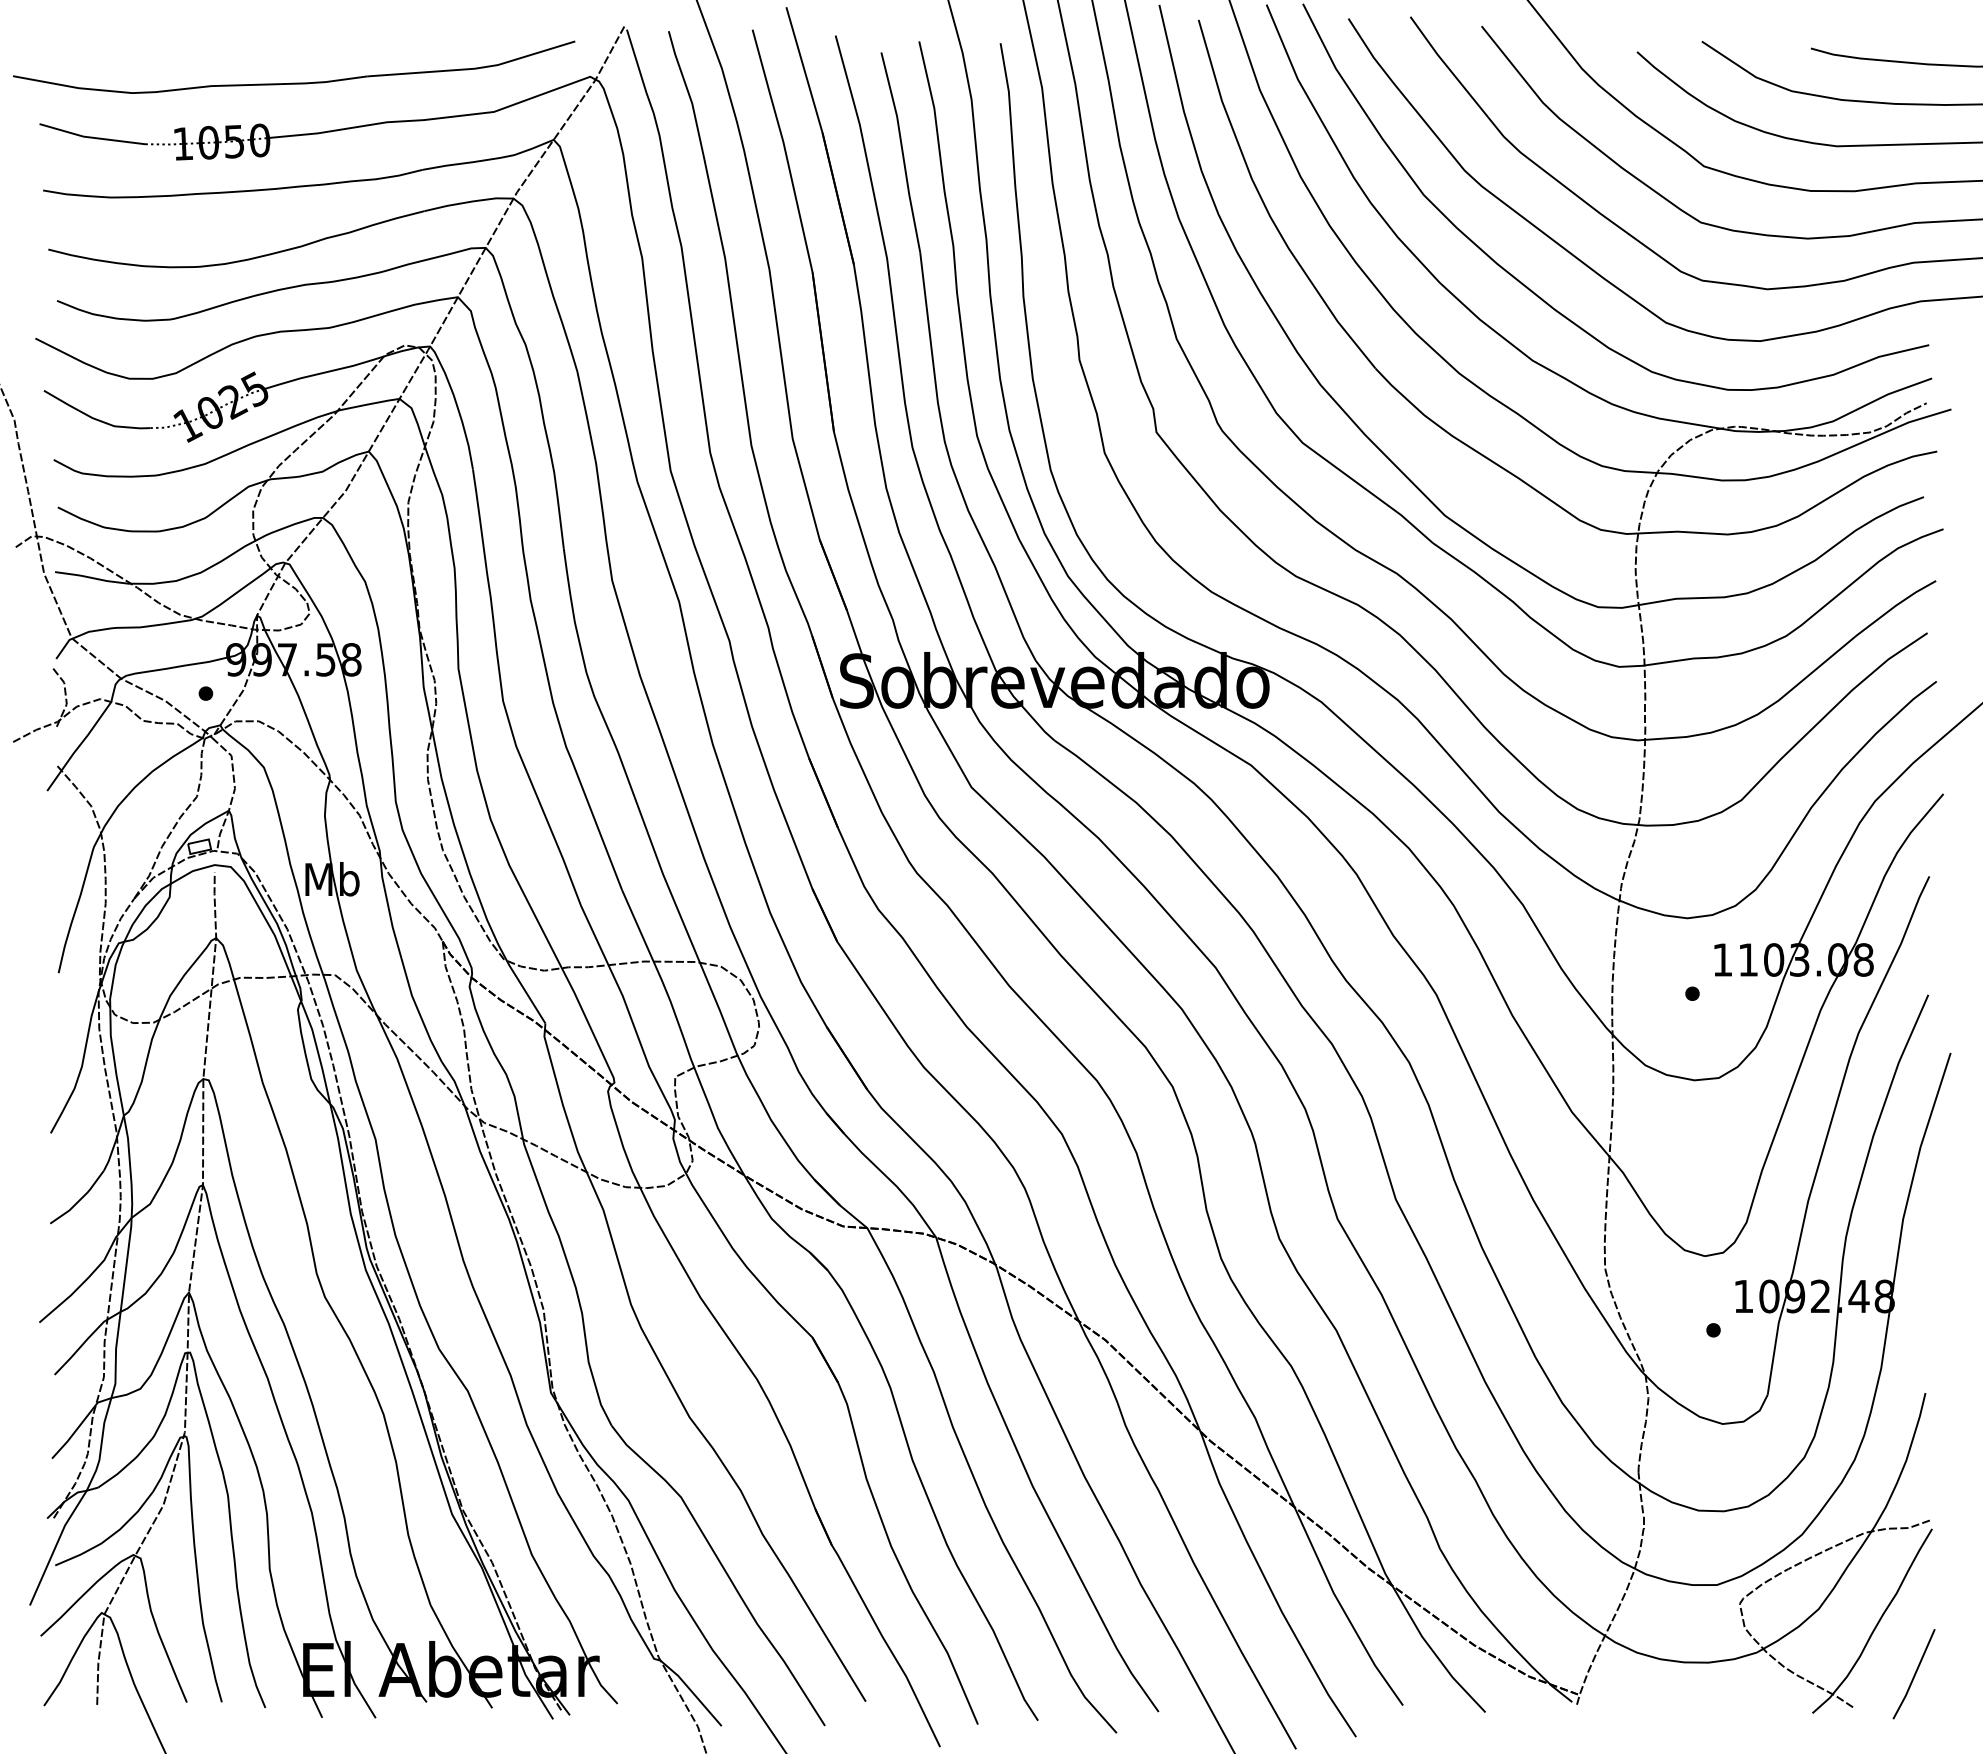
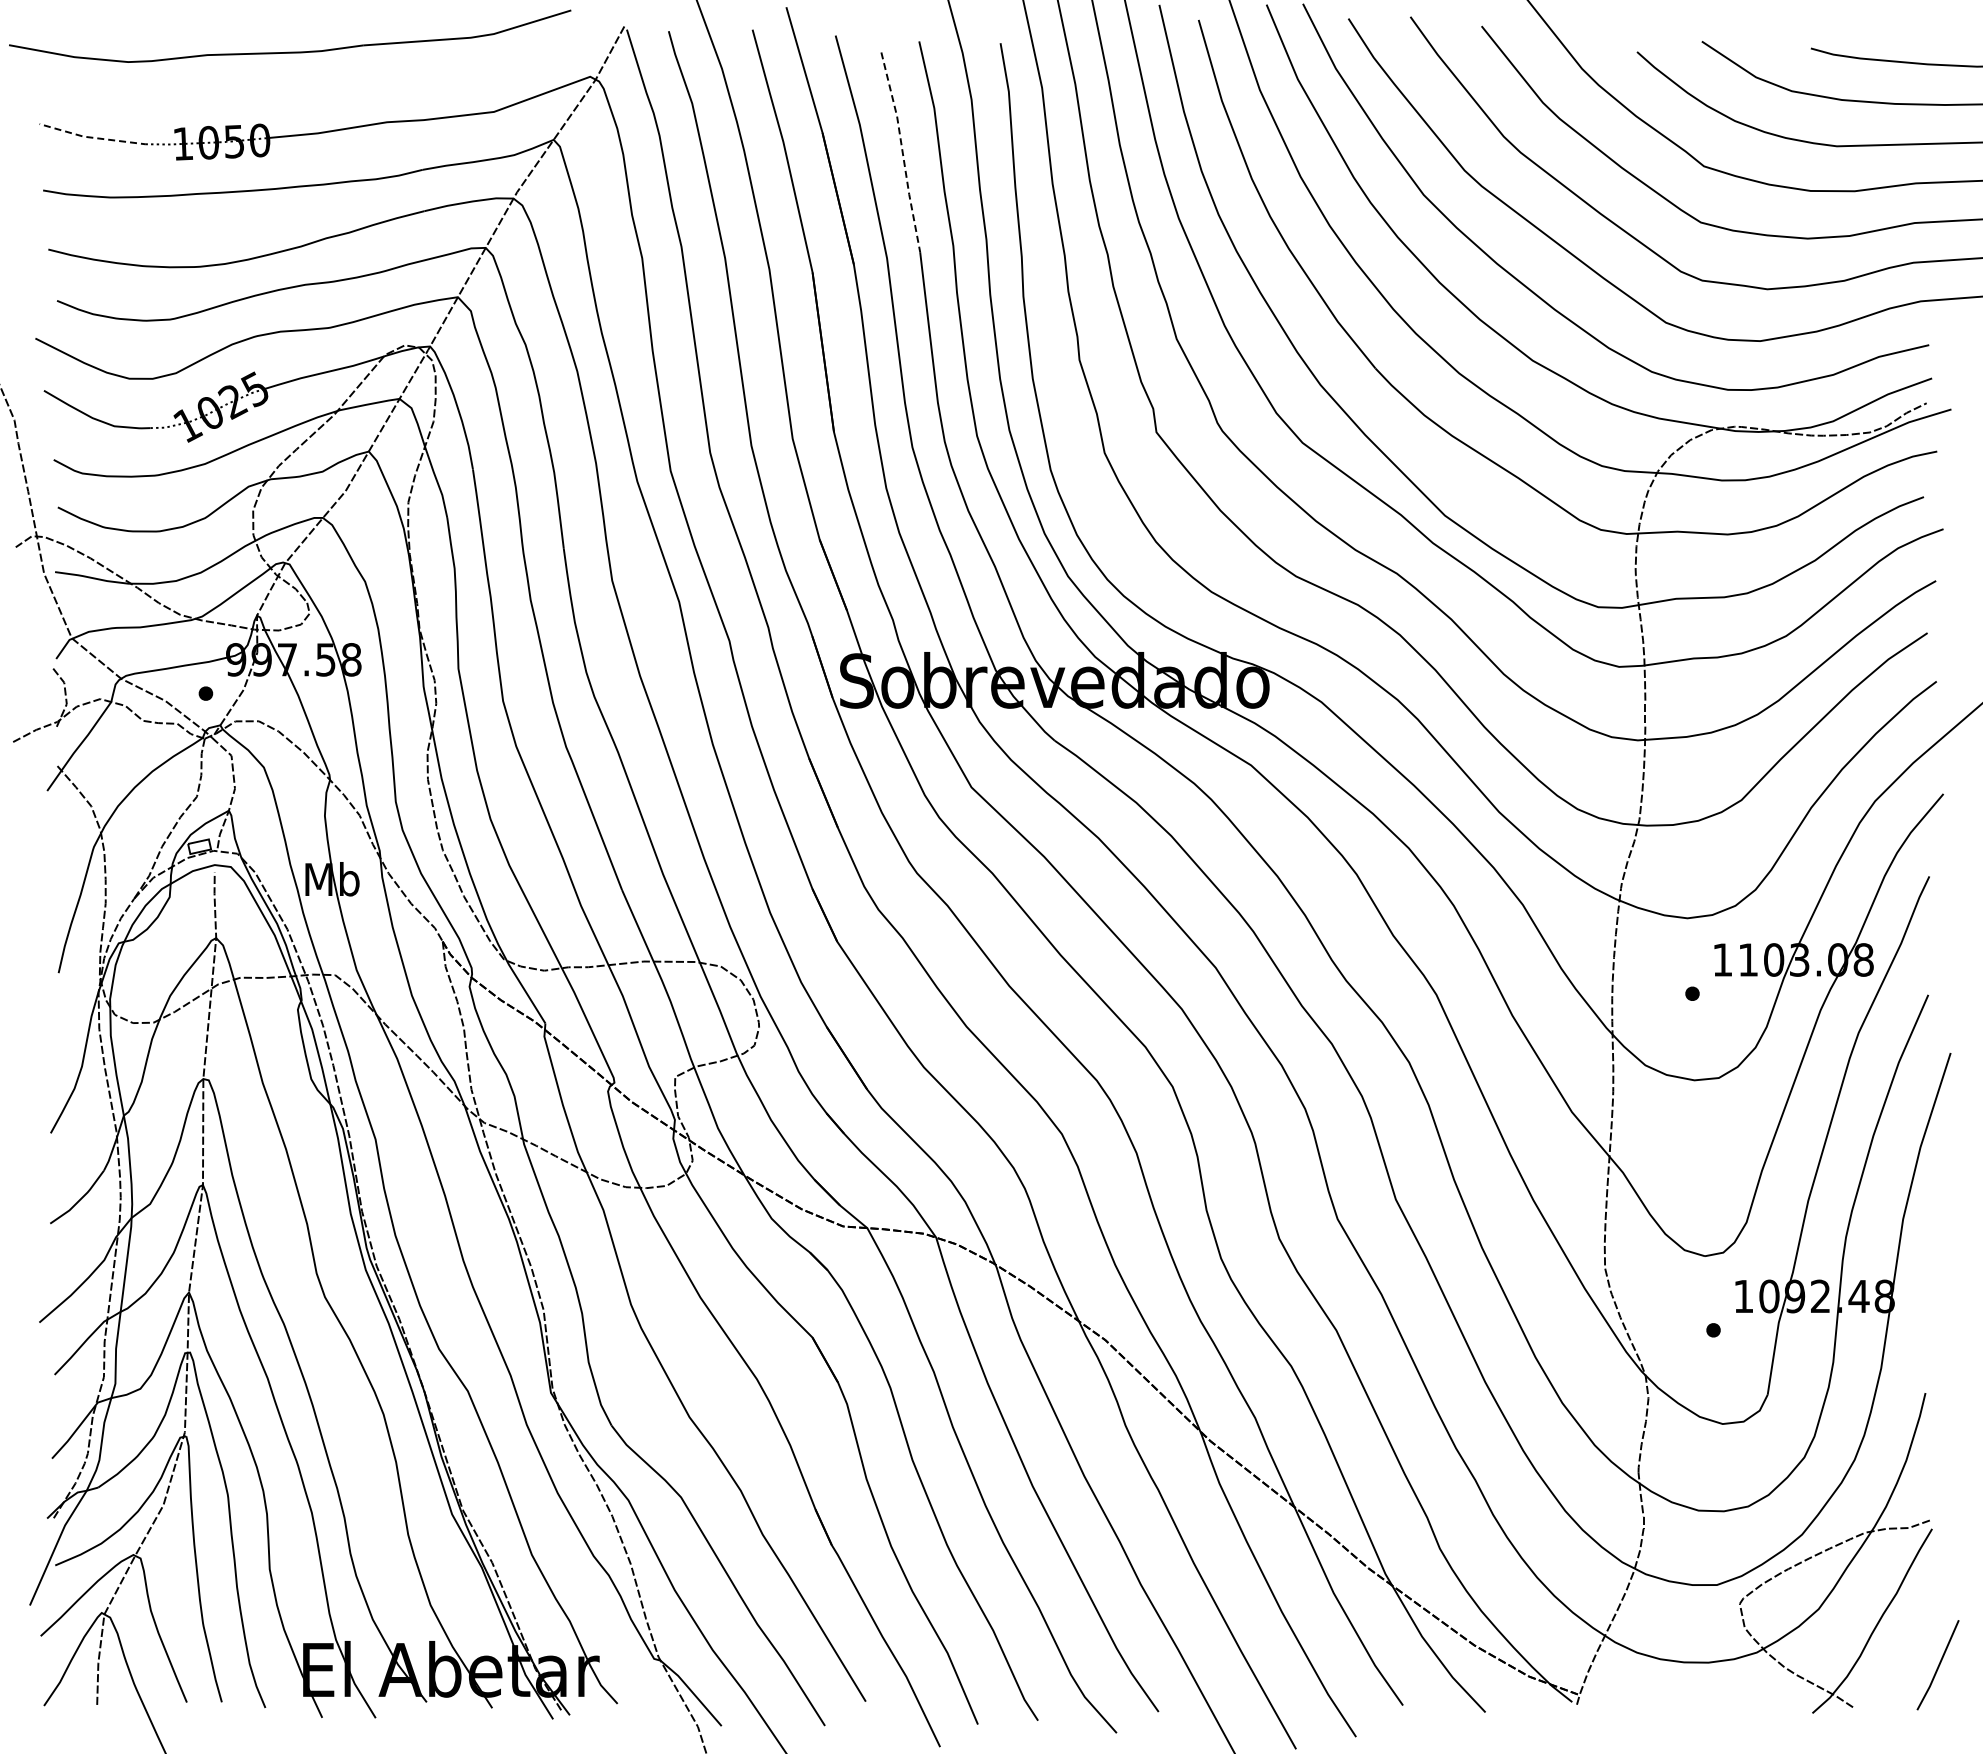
part at (294, 82) position: (294, 82) -> (290, 51)
line at (93, 137): solid -> dashed
line at (902, 152): solid -> dashed
line at (1914, 1674) position: (1914, 1674) -> (1938, 1665)
